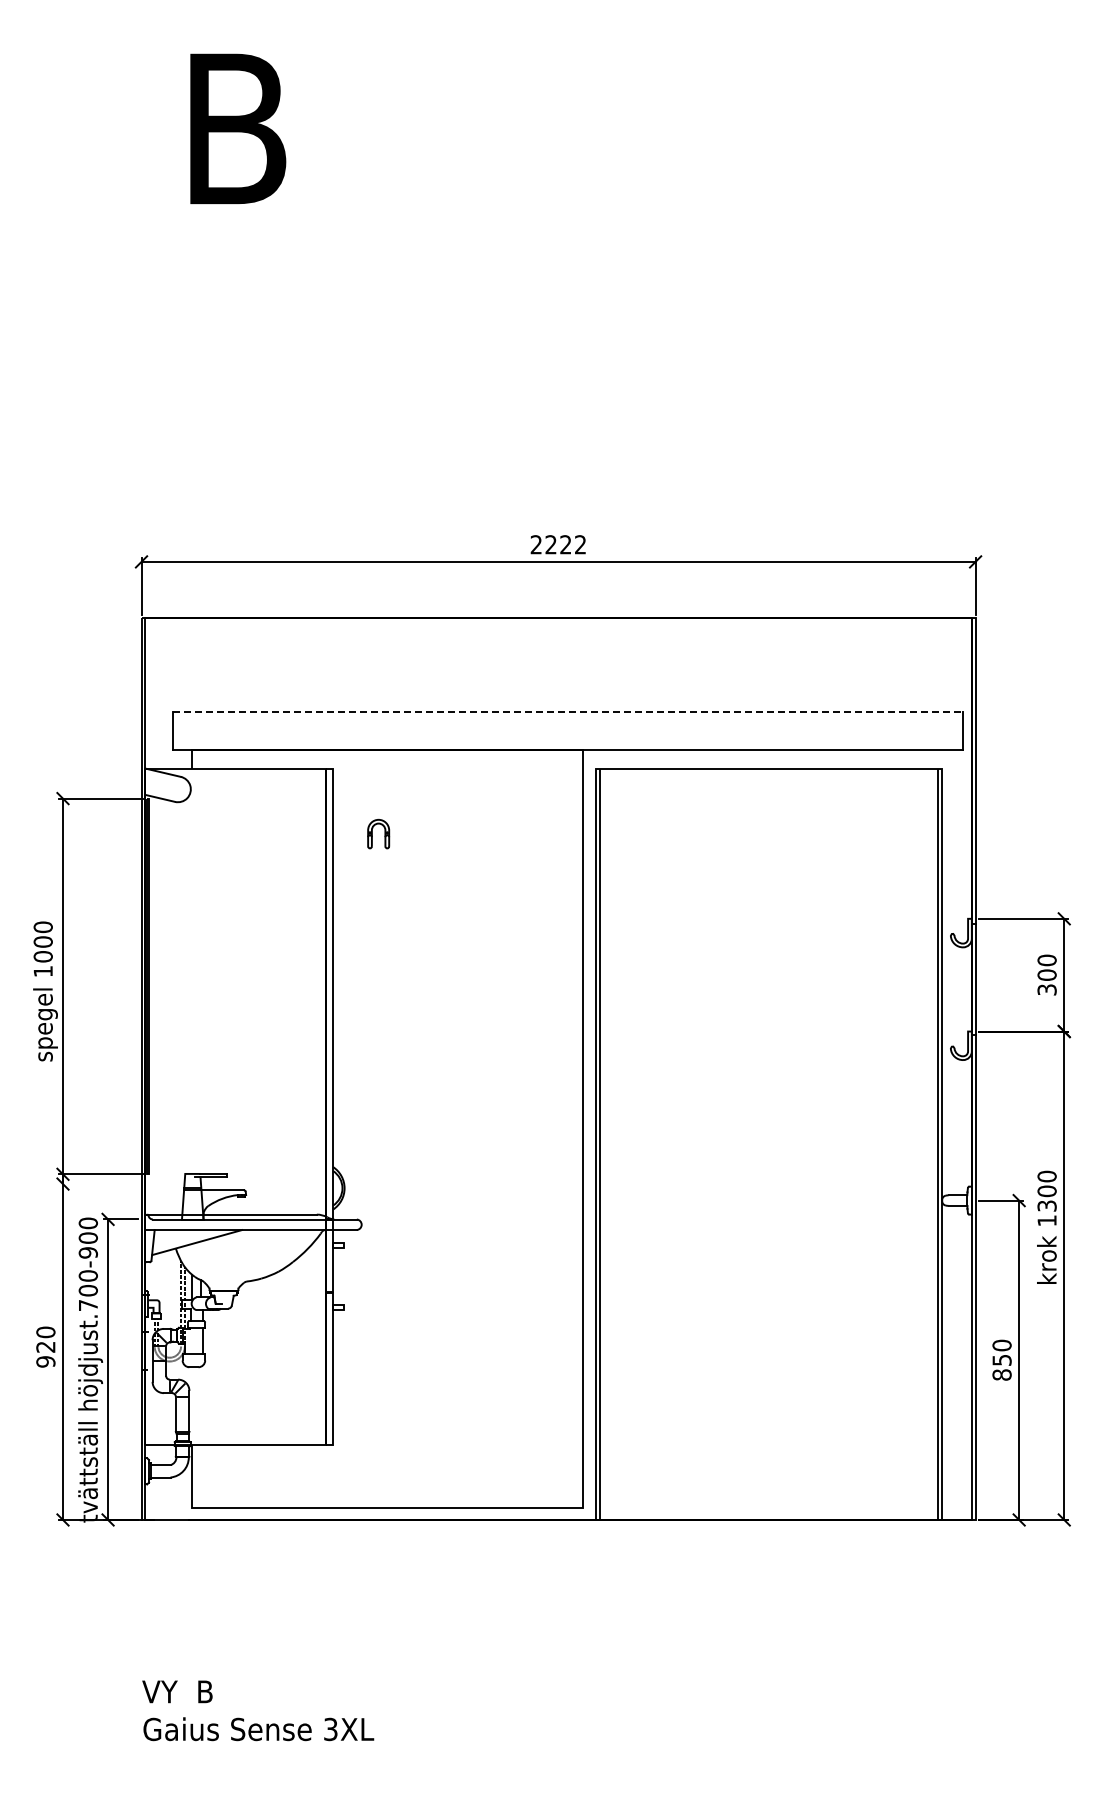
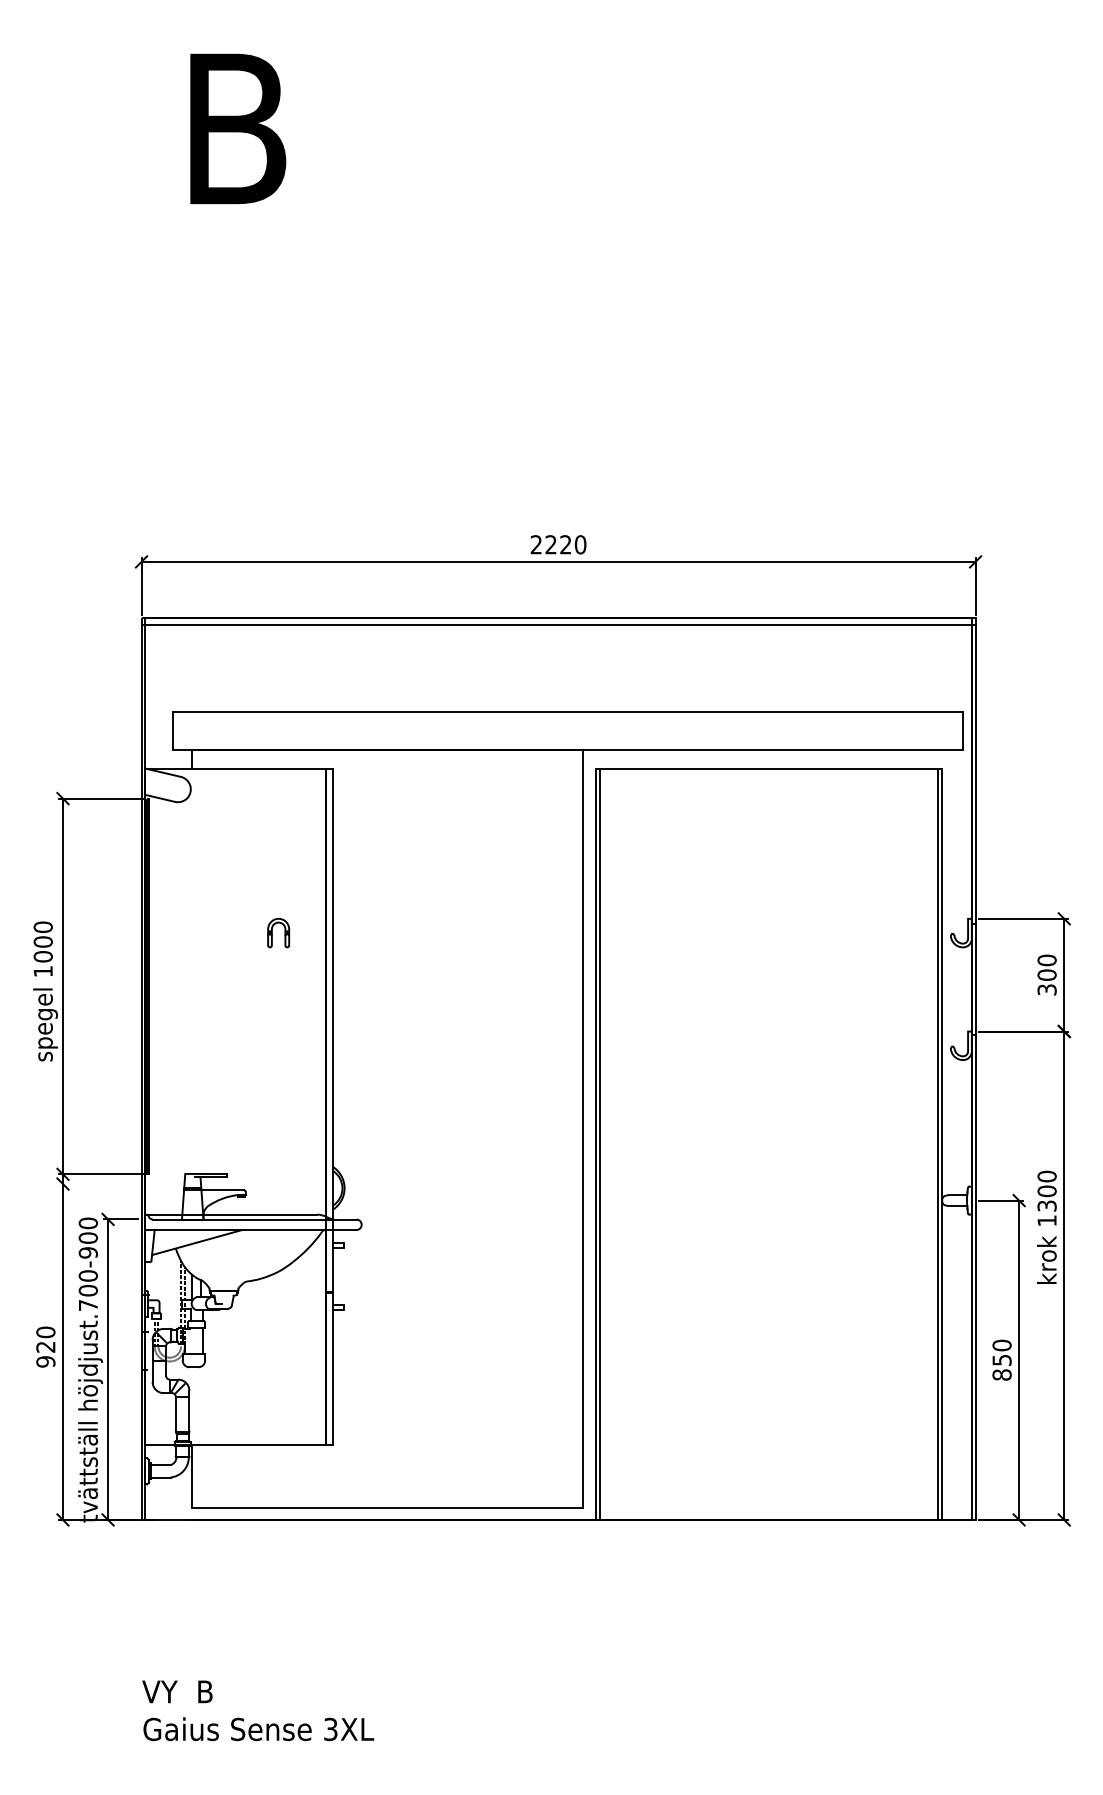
text at (580, 544): 2222 -> 2220
line at (558, 625): none -> present
line at (567, 712): dashed -> solid
part at (378, 833) position: (378, 833) -> (278, 932)
